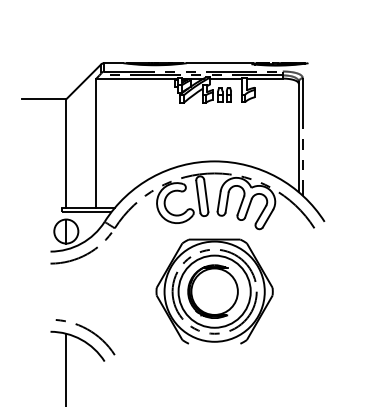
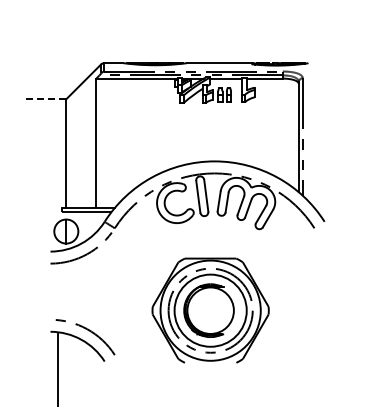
line at (43, 99): solid -> dashed
part at (214, 291) position: (214, 291) -> (210, 310)
line at (66, 368) position: (66, 368) -> (58, 368)
